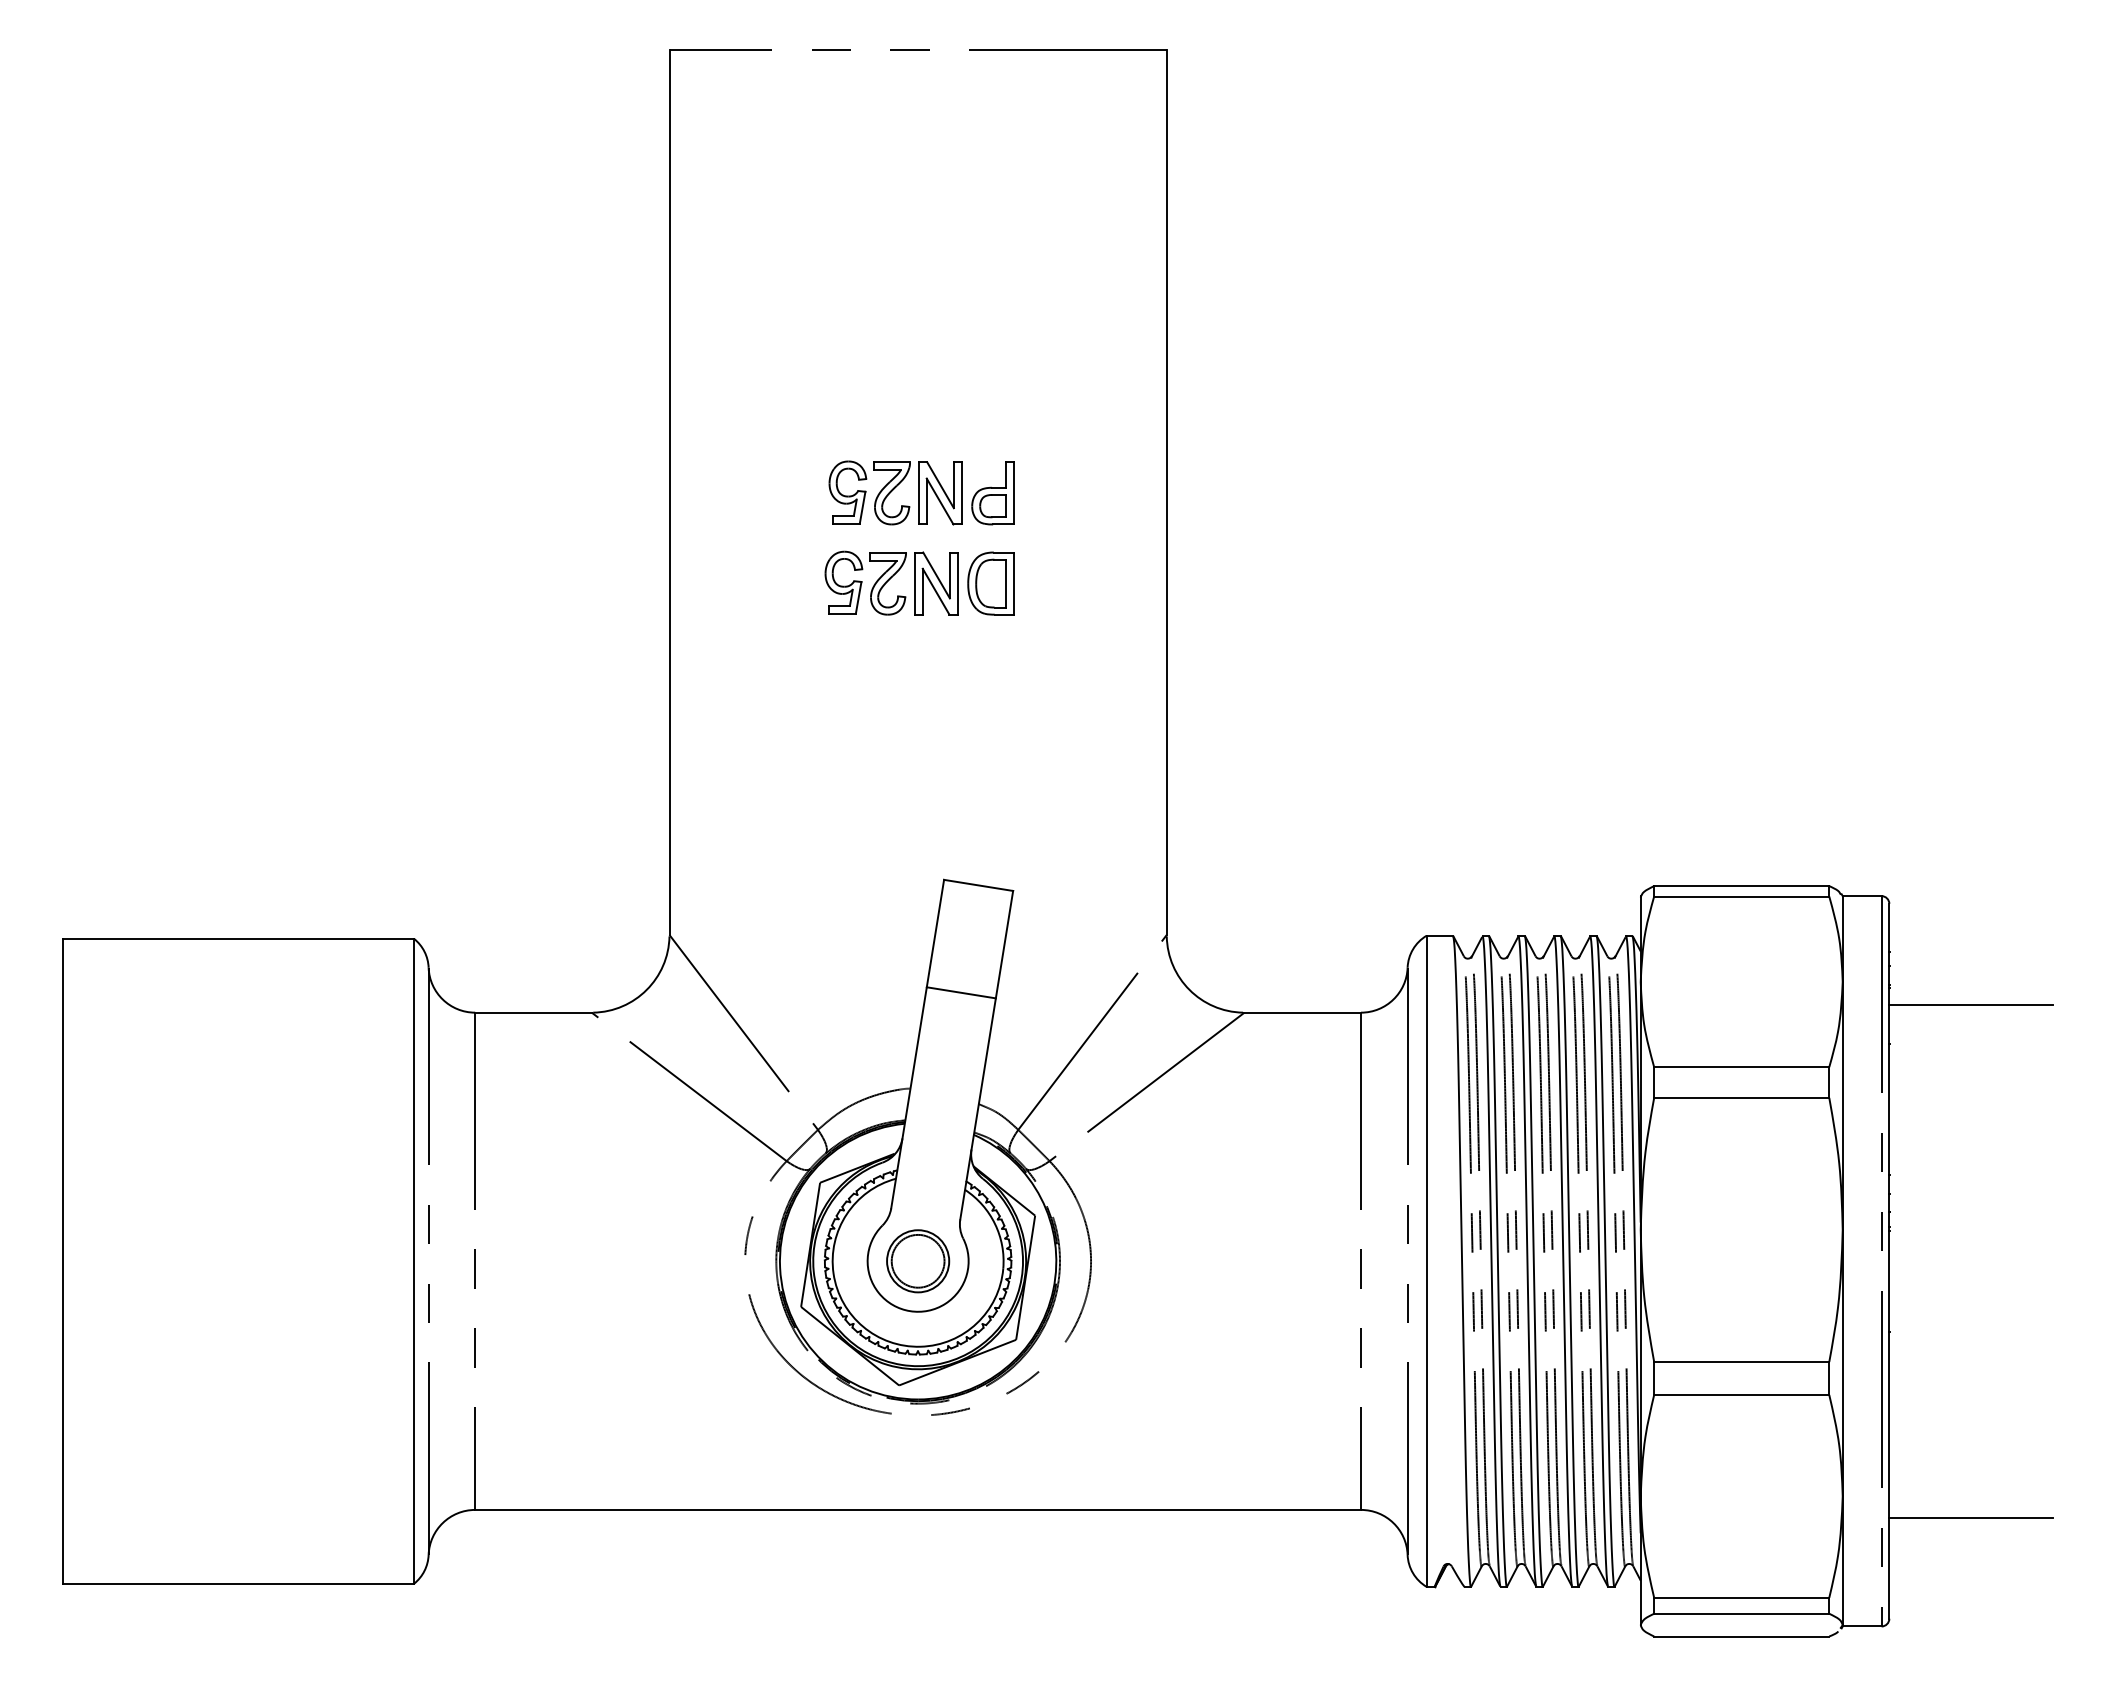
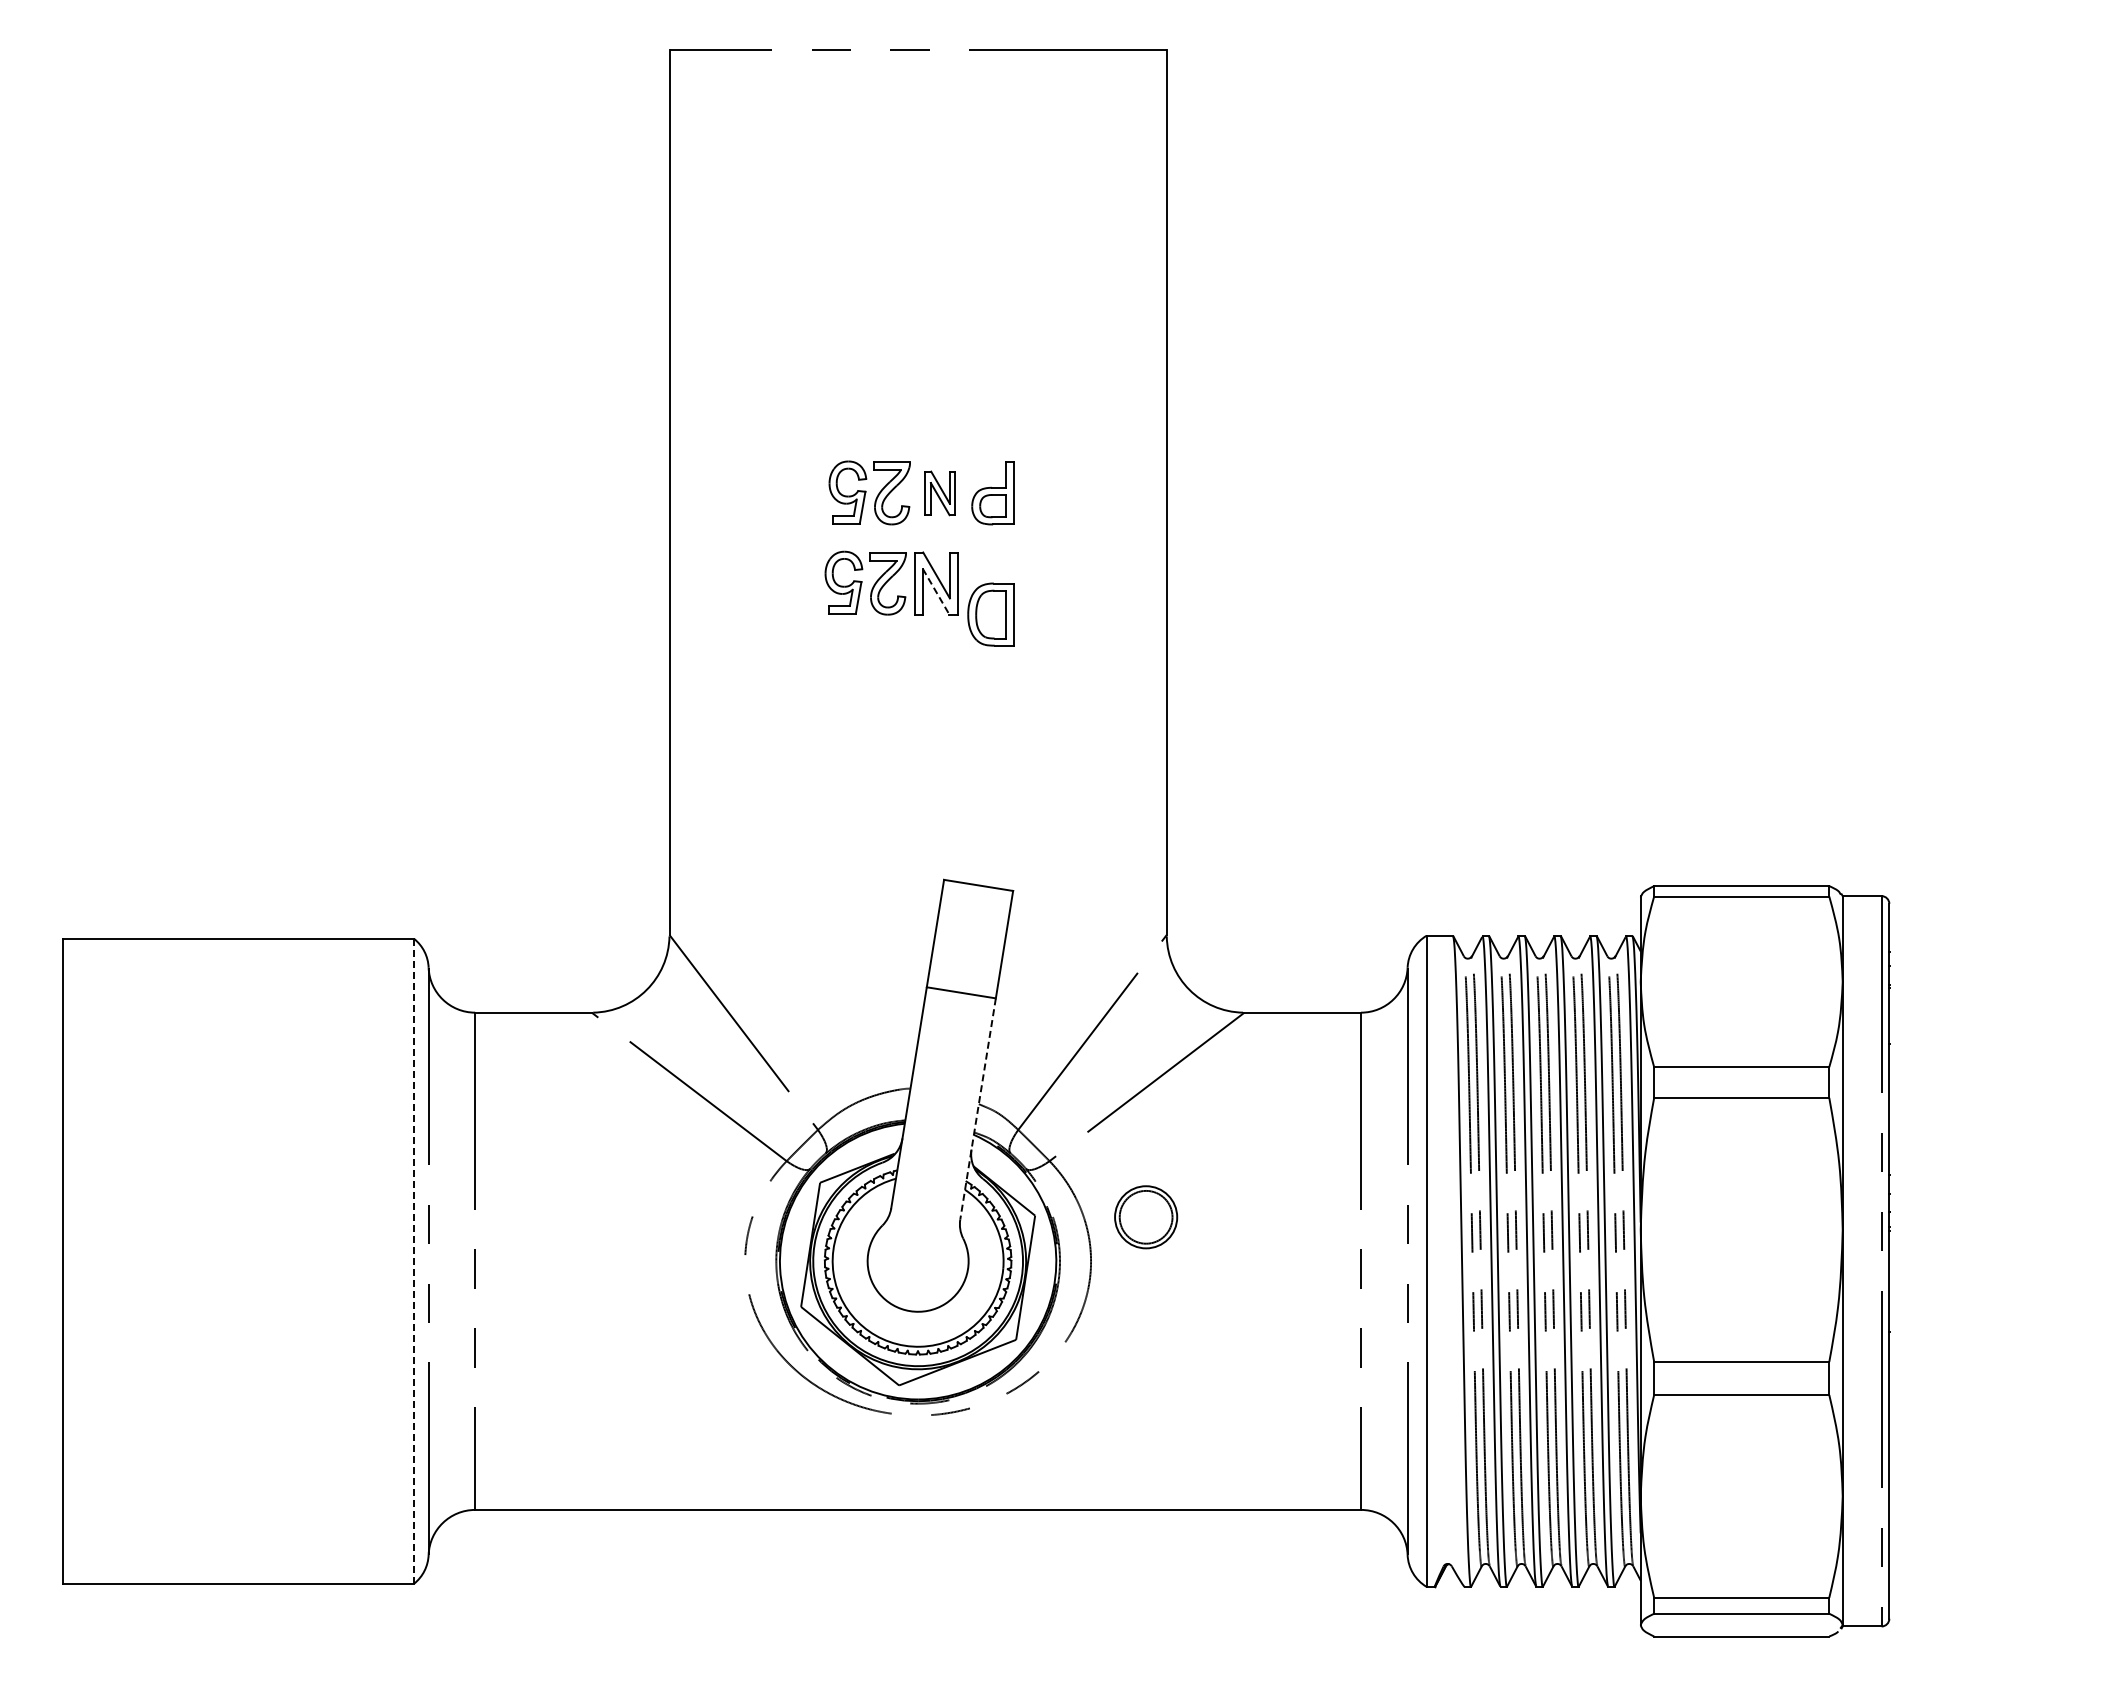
part at (940, 493) size: 45x65 px -> 32x47 px
part at (990, 583) position: (990, 583) -> (990, 614)
line at (936, 591): solid -> dashed
line at (1970, 1004): present -> none
line at (977, 1109): solid -> dashed
line at (414, 1261): solid -> dashed
part at (918, 1261) position: (918, 1261) -> (1146, 1217)
line at (1970, 1517): present -> none
